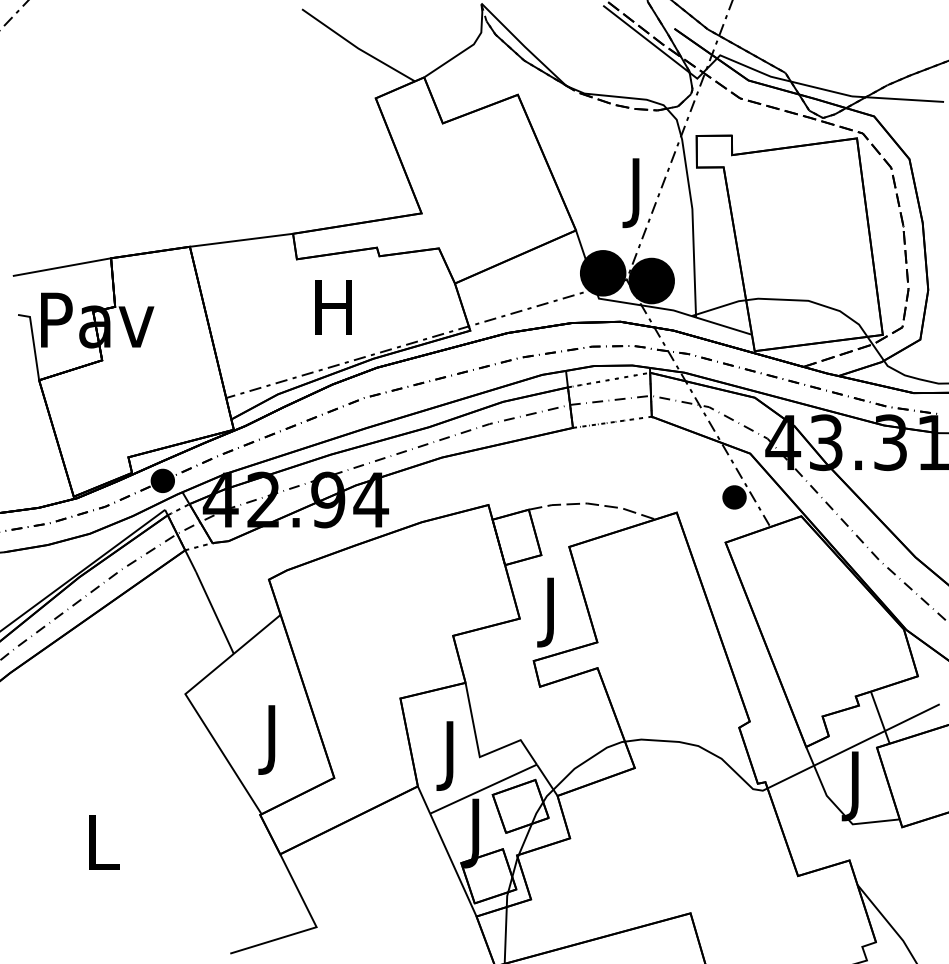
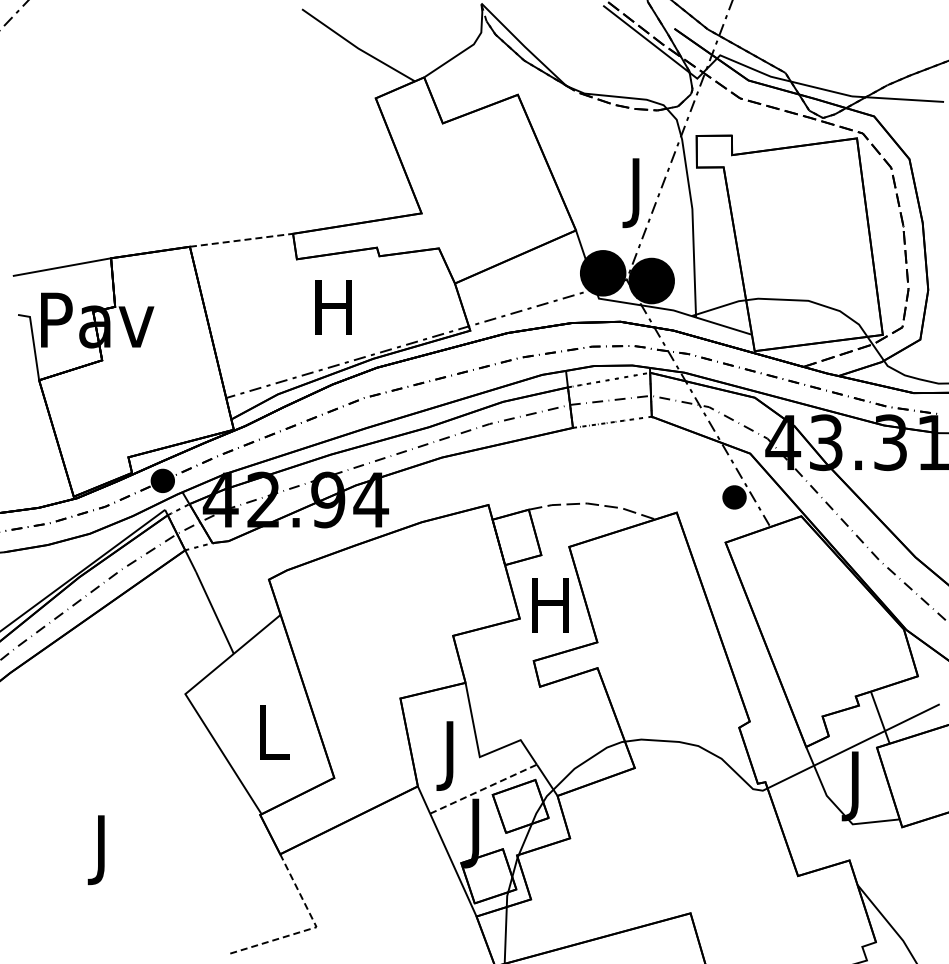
line at (241, 240): solid -> dashed
text at (550, 612): J -> H
text at (273, 739): J -> L
line at (483, 789): solid -> dashed
text at (103, 850): L -> J
line at (312, 928): solid -> dashed
